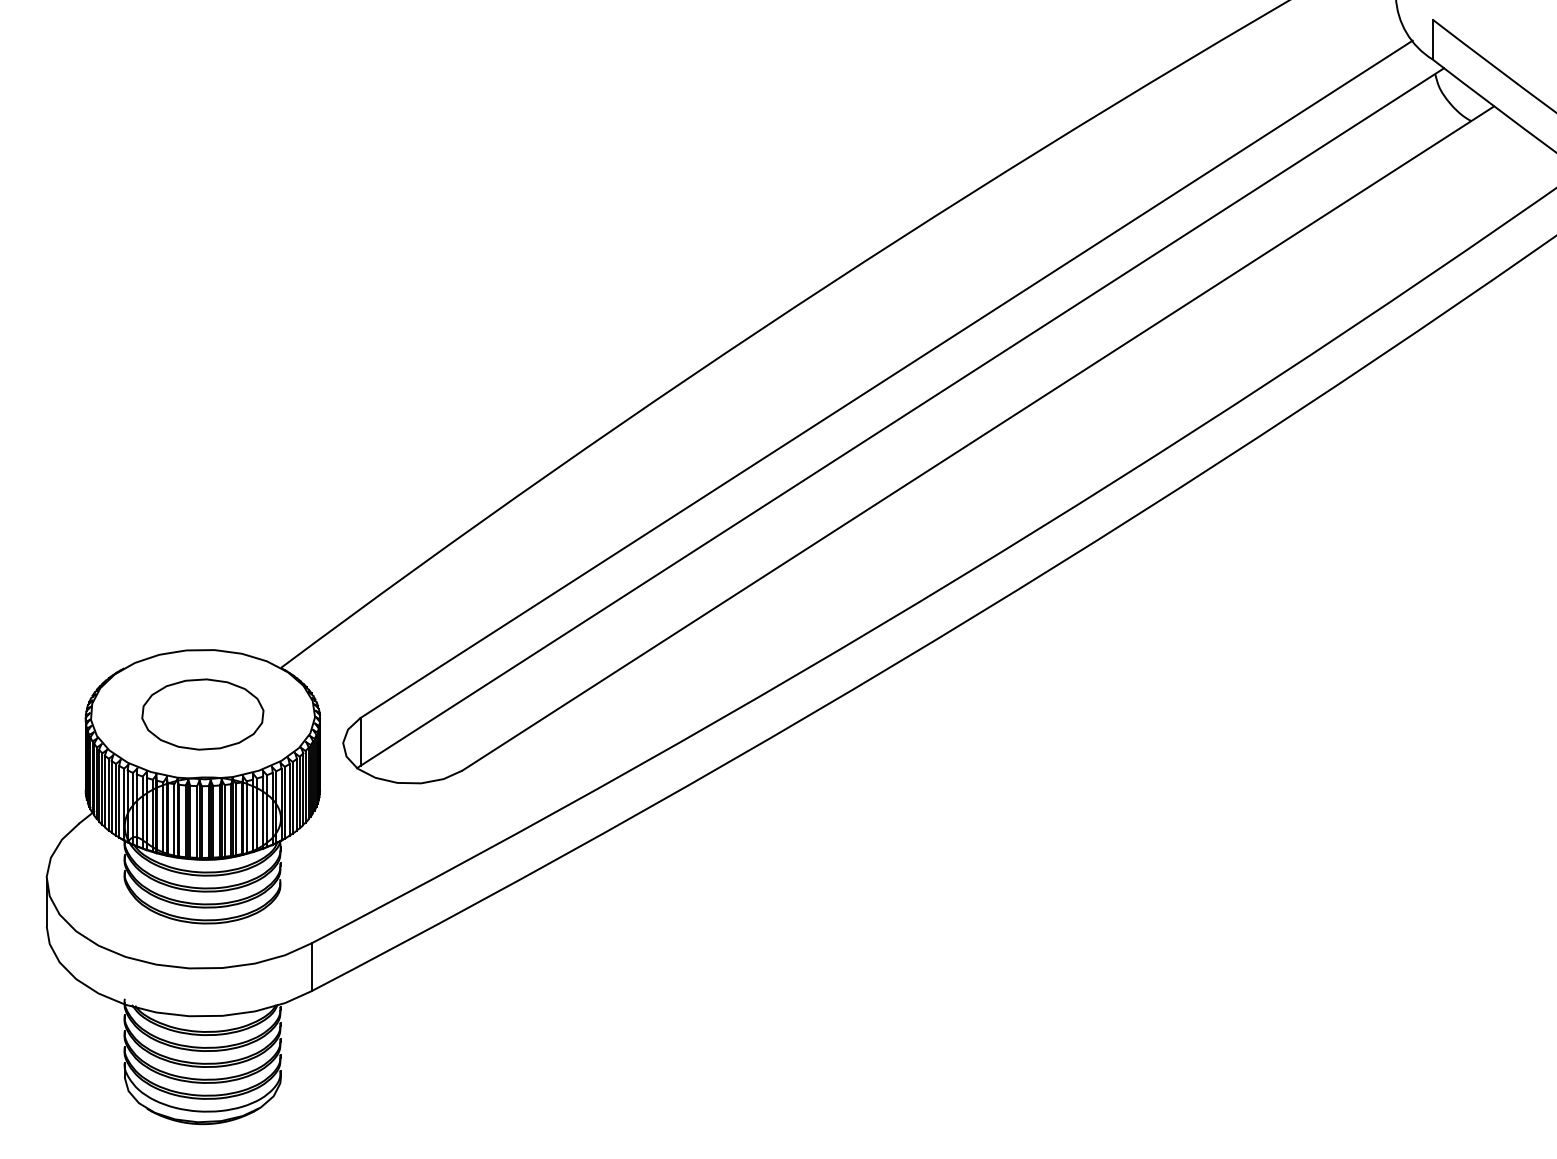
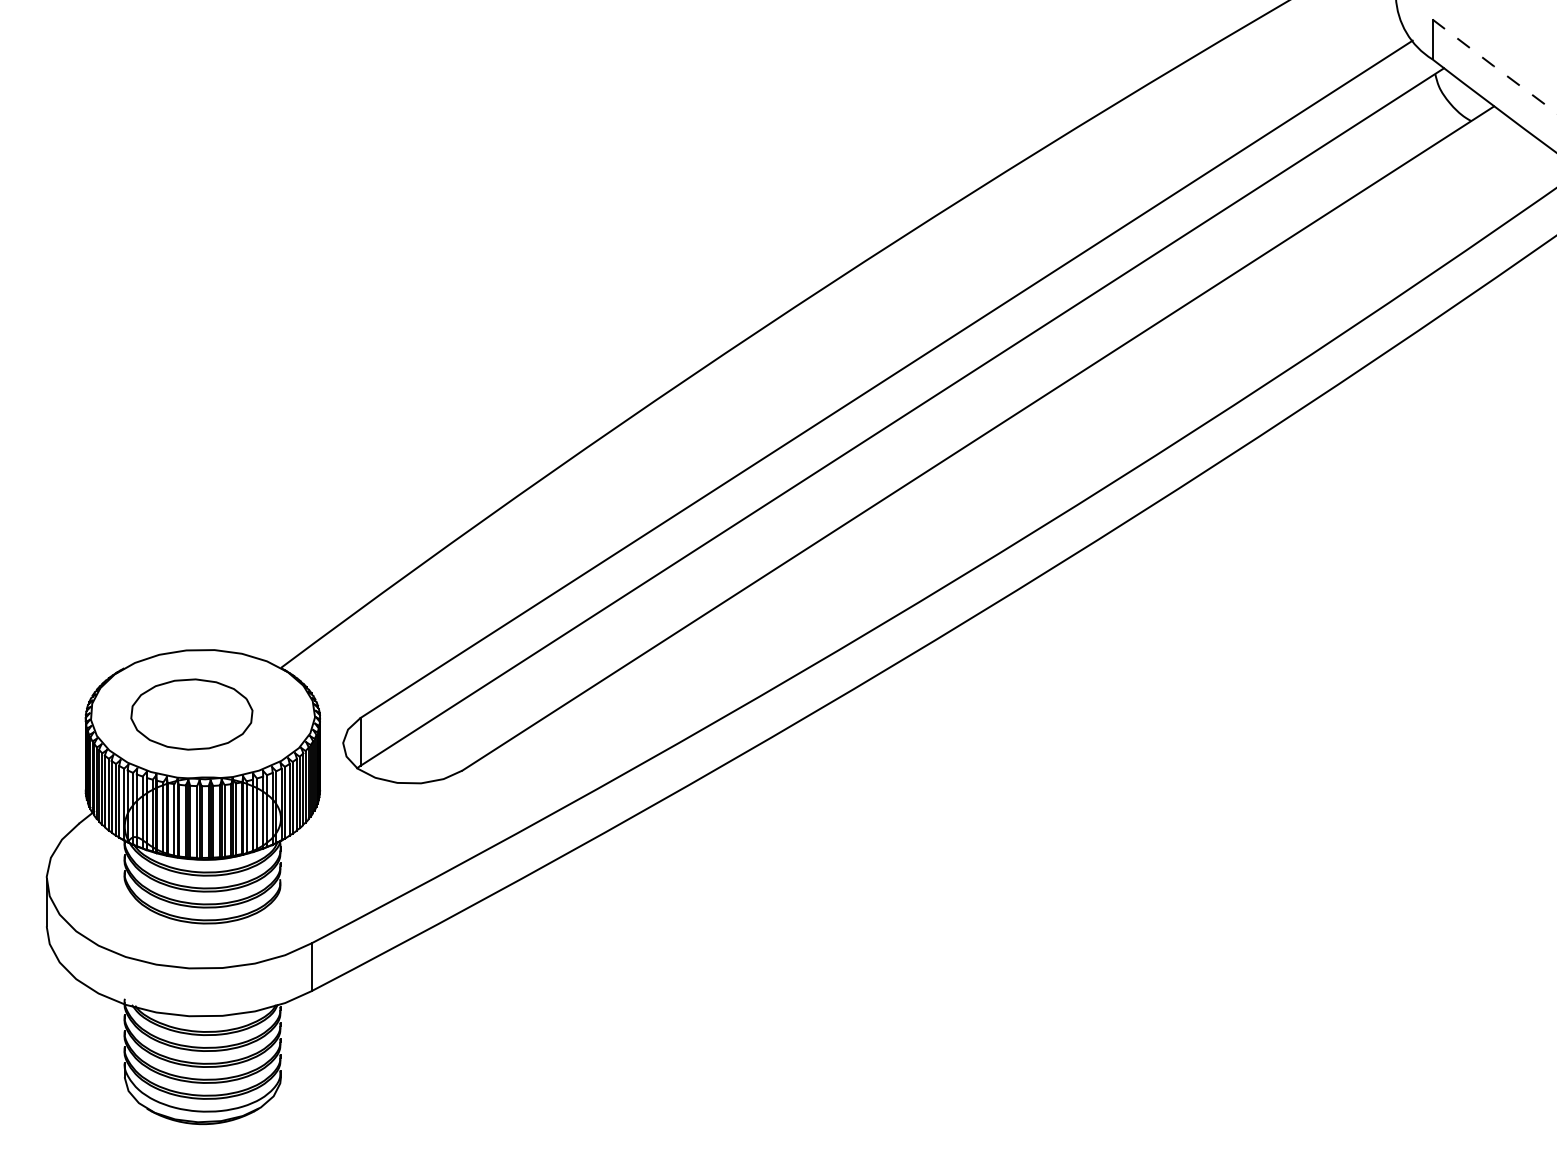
arc at (1494, 66): solid -> dashed
part at (202, 714) position: (202, 714) -> (191, 714)
